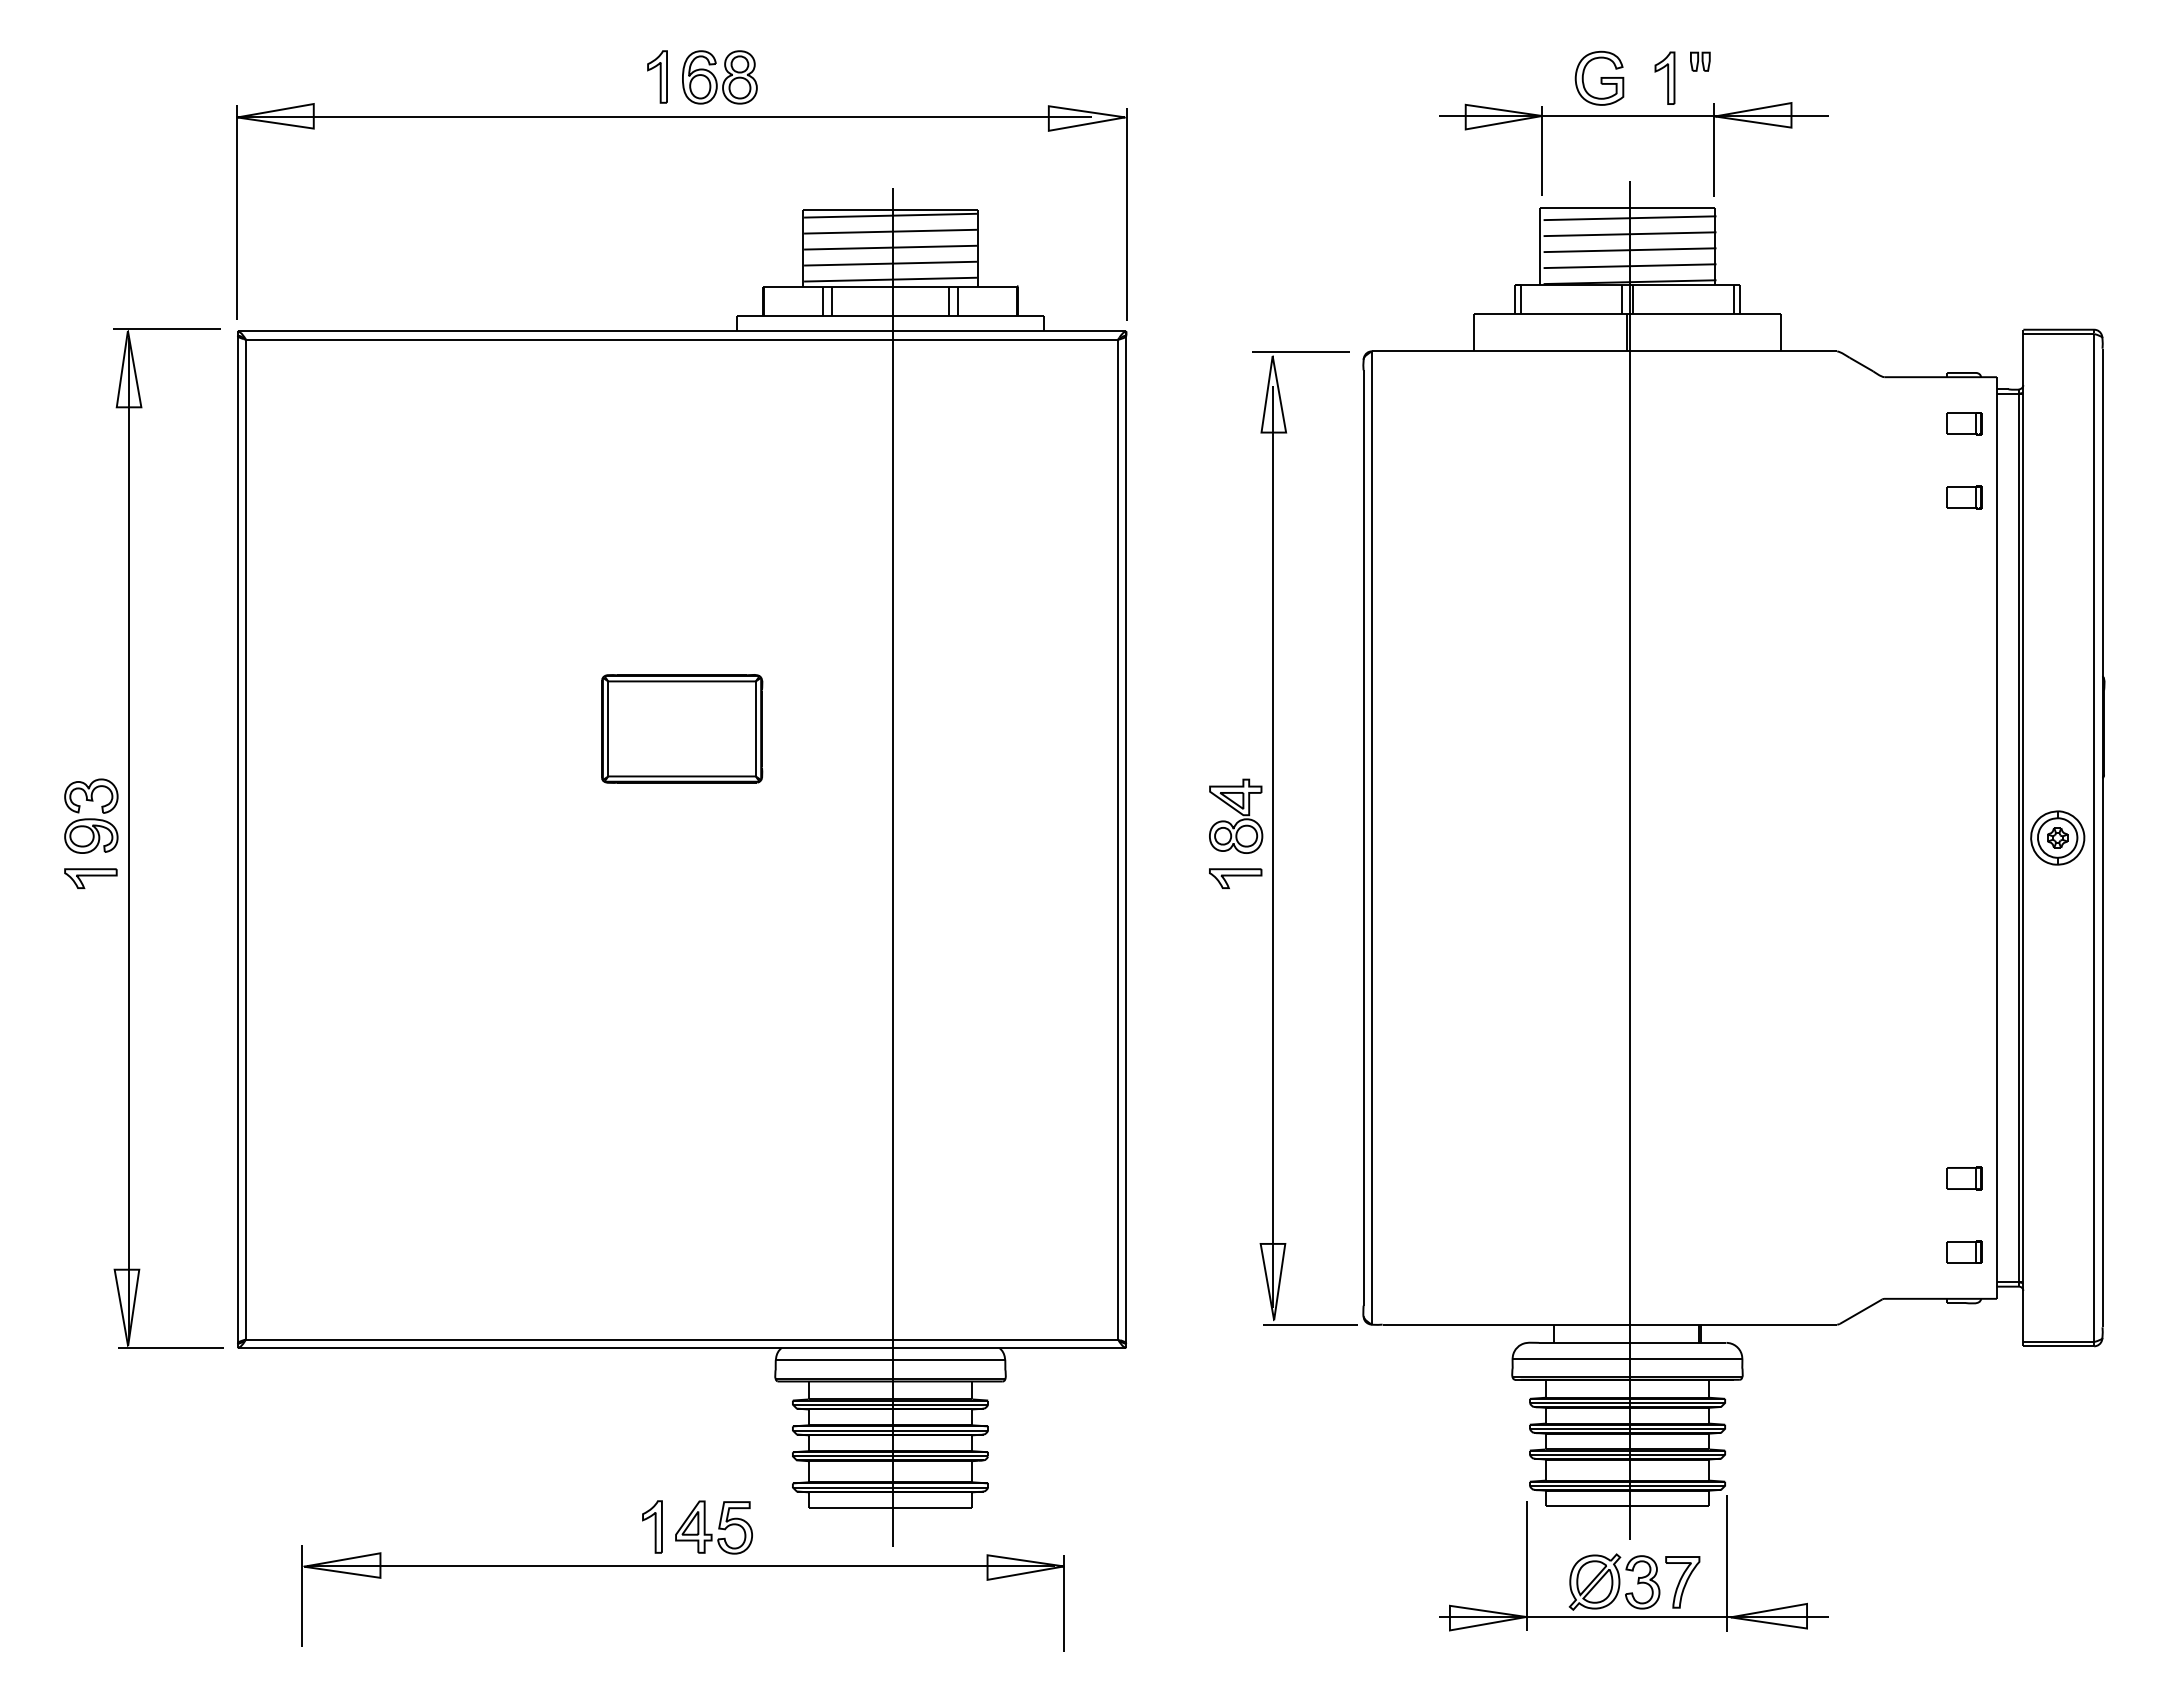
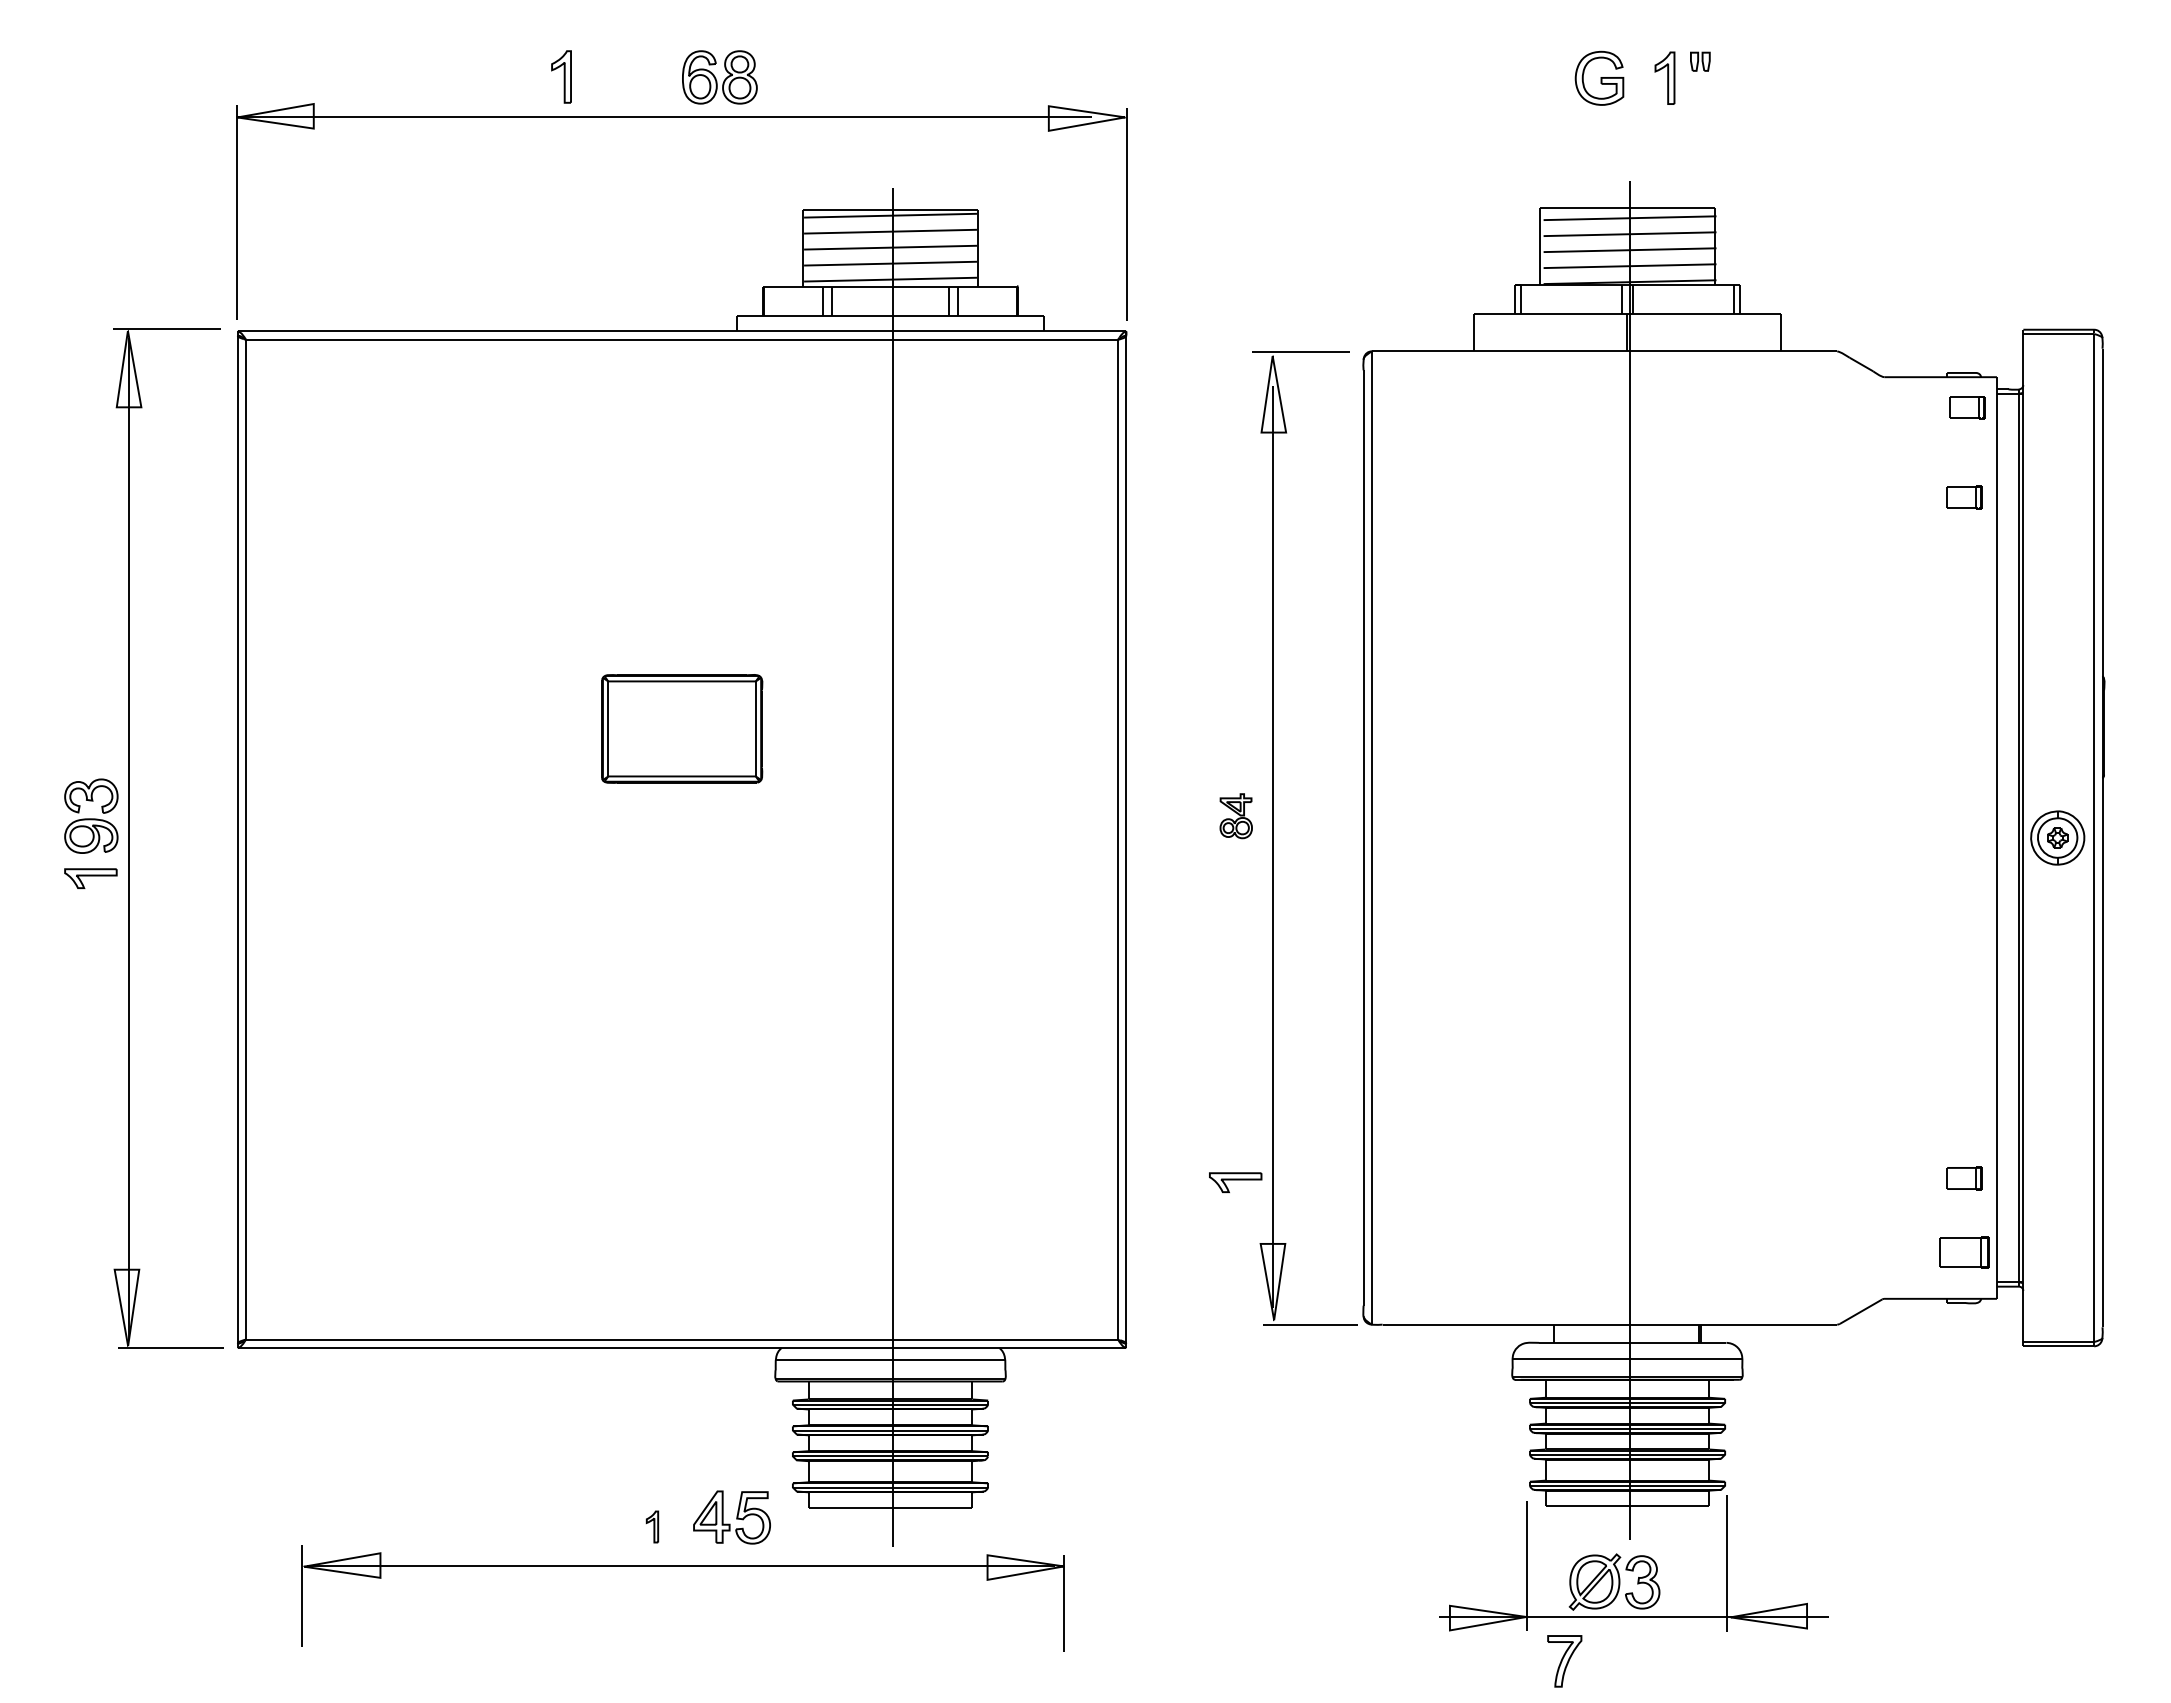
part at (657, 76) position: (657, 76) -> (561, 76)
part at (1633, 116): present -> none
part at (1964, 423) position: (1964, 423) -> (1967, 407)
part at (1236, 815) size: 55x76 px -> 34x47 px
part at (1235, 878) position: (1235, 878) -> (1235, 1182)
part at (1964, 1251) size: 37x24 px -> 51x33 px
part at (652, 1526) size: 21x54 px -> 15x34 px
part at (713, 1527) position: (713, 1527) -> (731, 1517)
part at (1682, 1582) position: (1682, 1582) -> (1564, 1661)
